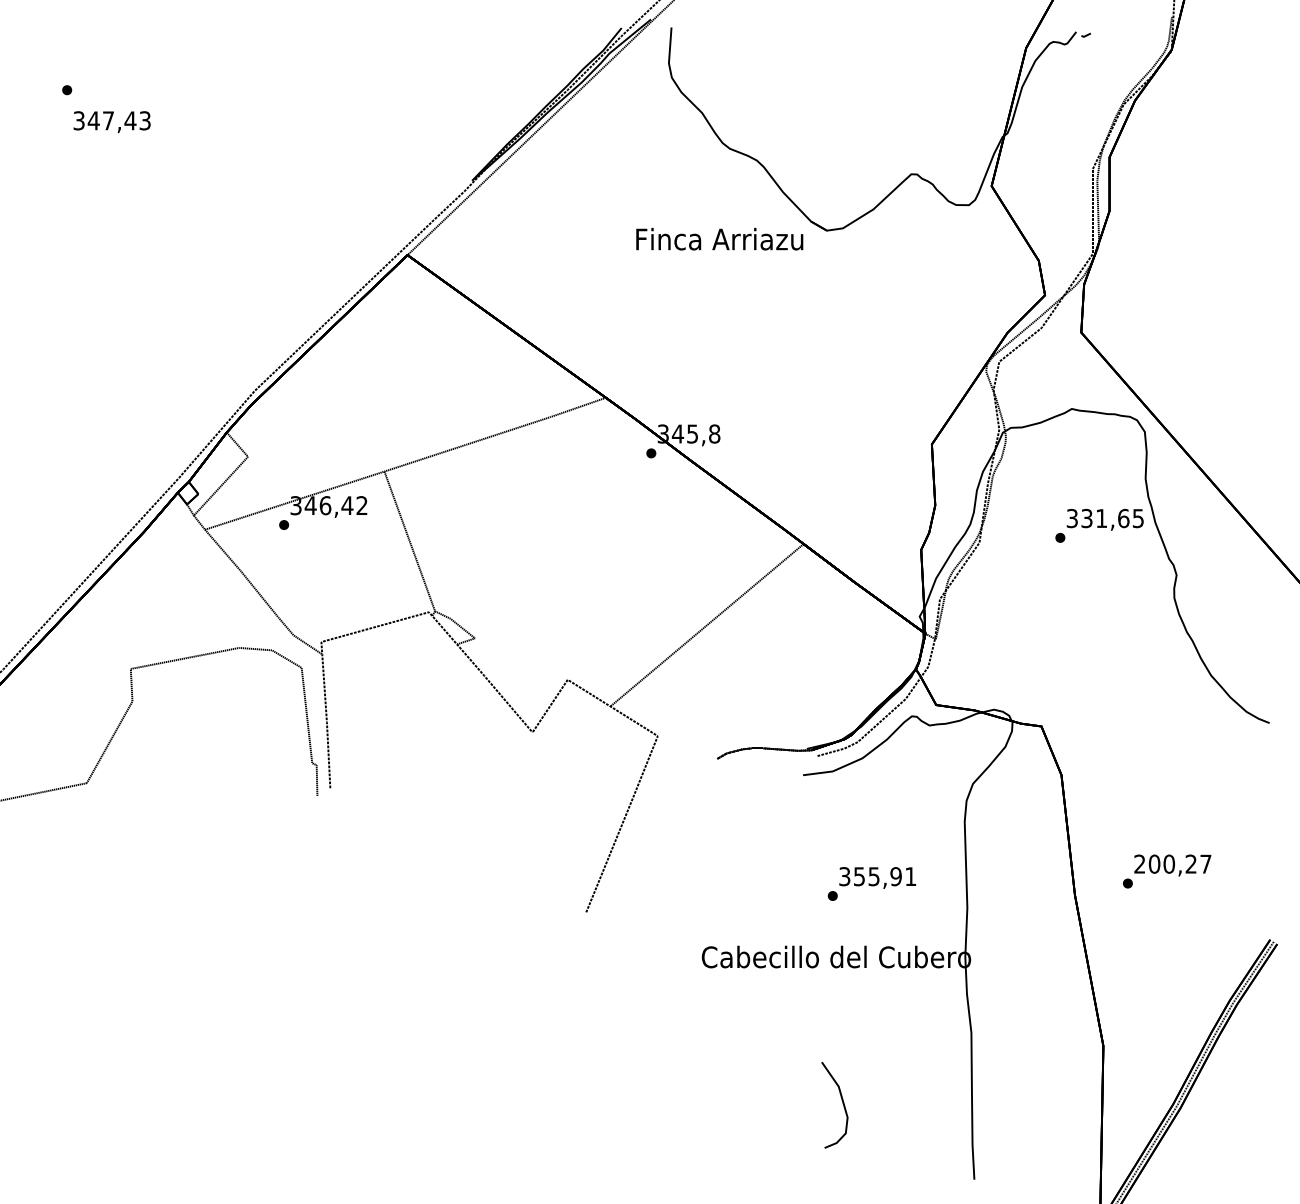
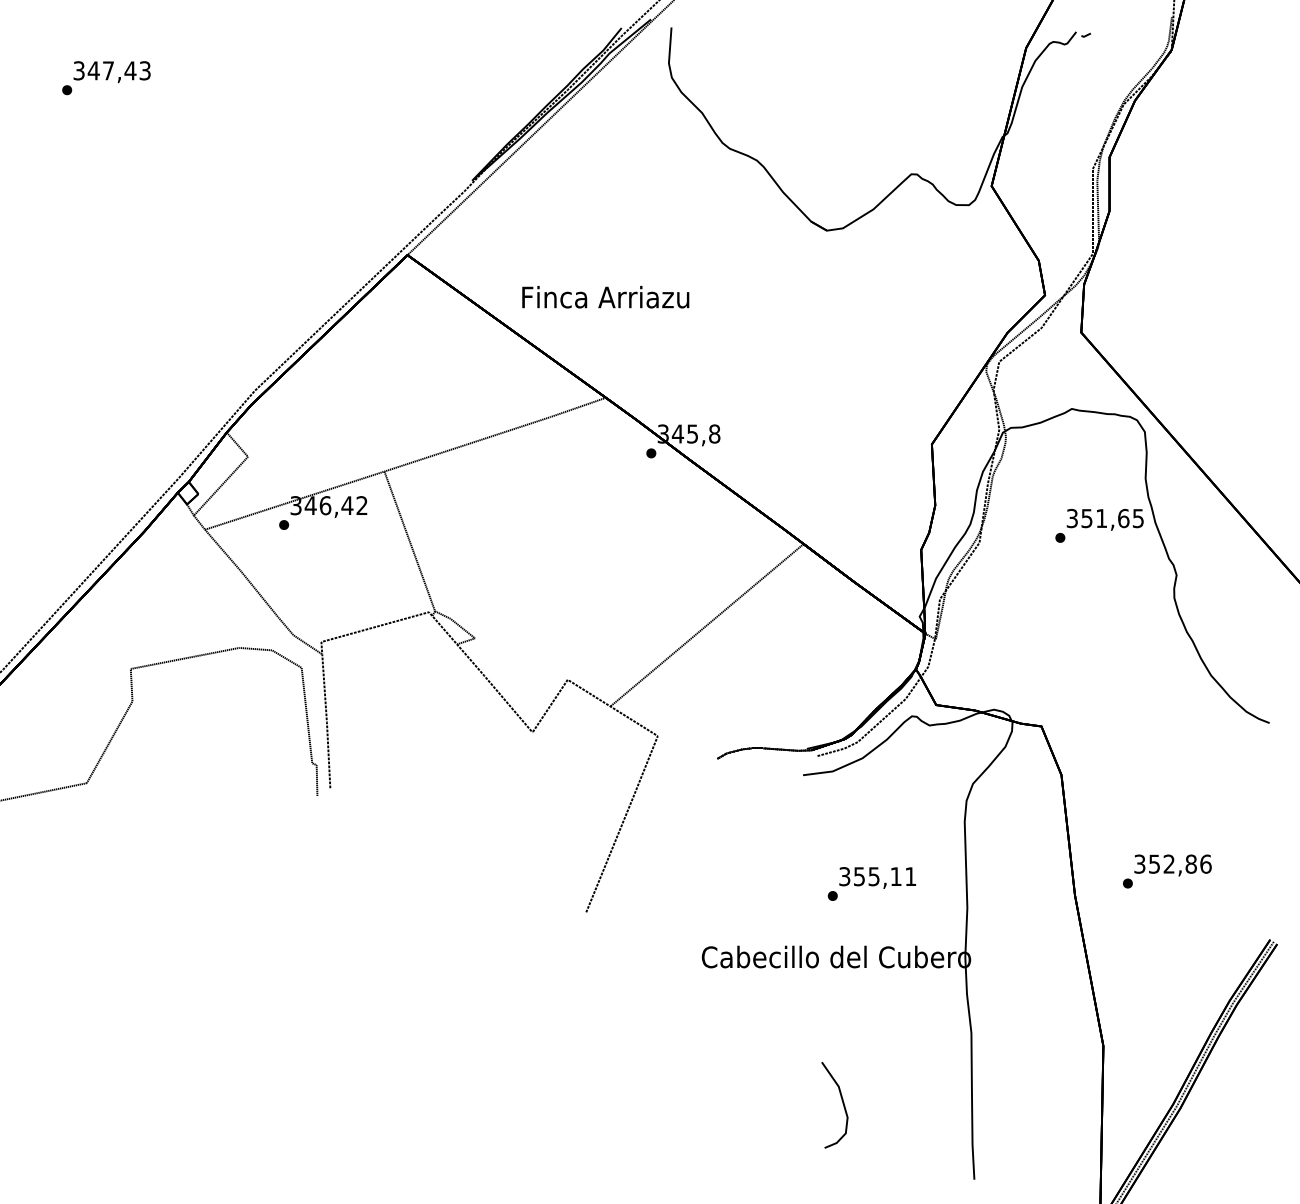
text at (111, 122) position: (111, 122) -> (111, 72)
text at (719, 239) position: (719, 239) -> (605, 297)
text at (1087, 517): 331,65 -> 351,65
text at (1172, 863): 200,27 -> 352,86
text at (895, 876): 355,91 -> 355,11
